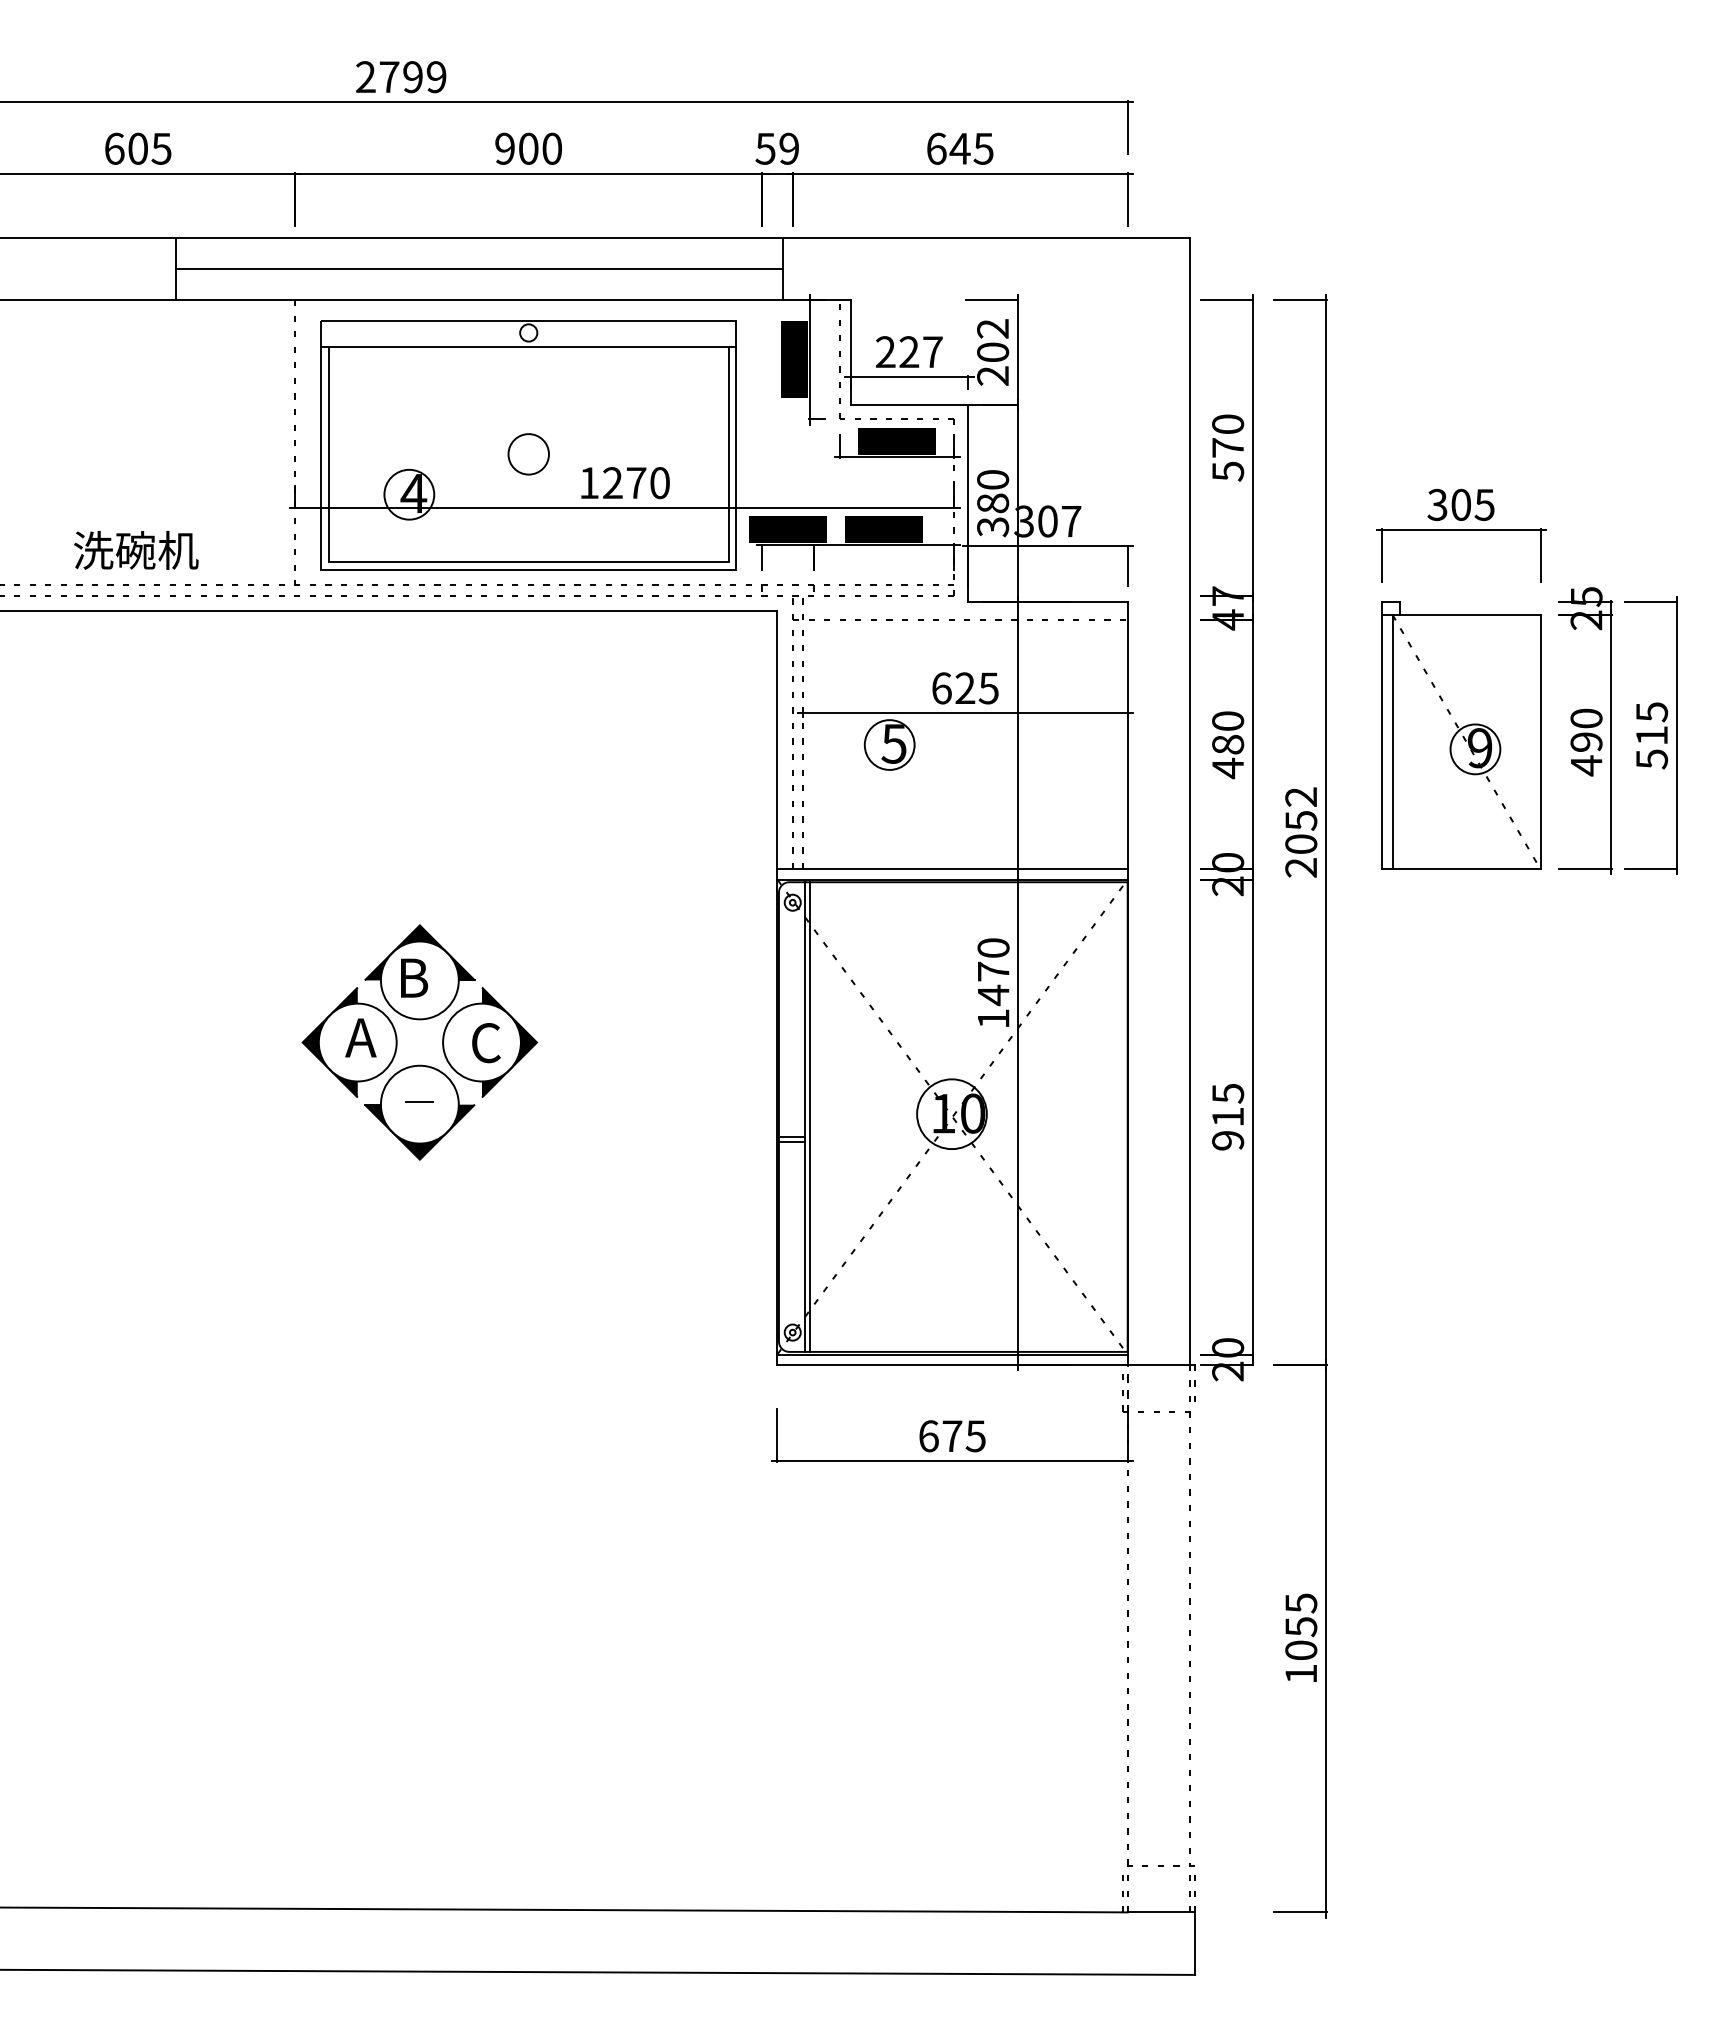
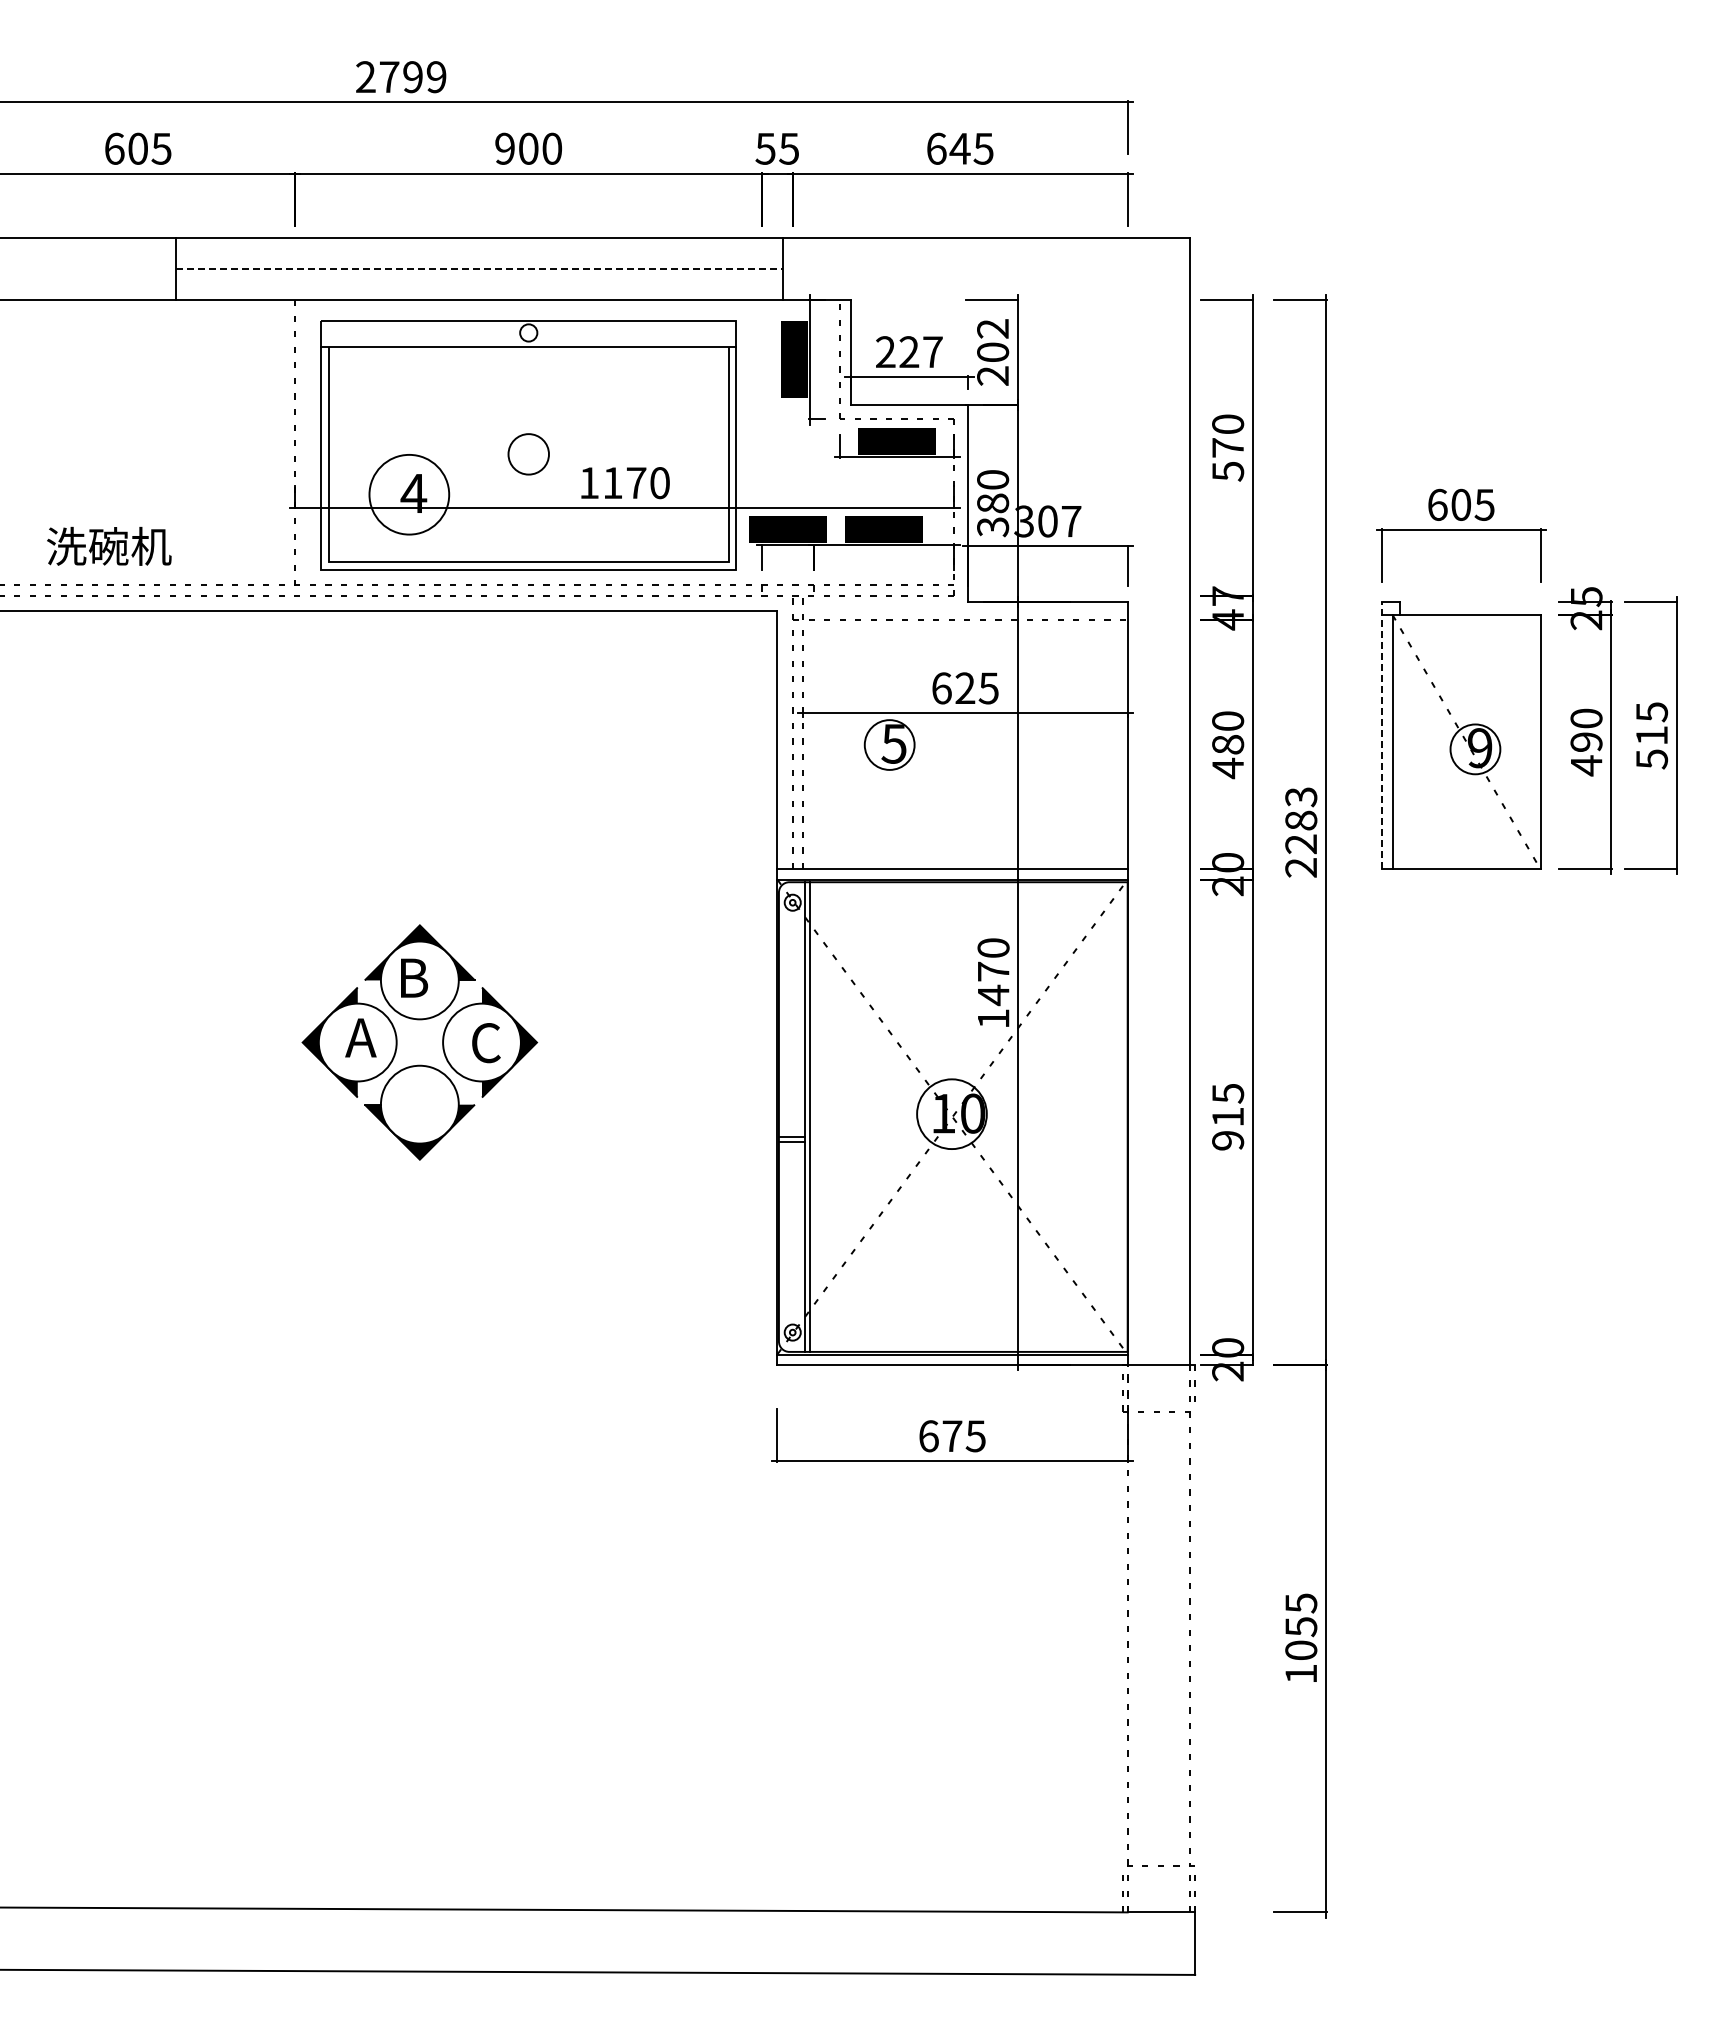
text at (788, 148): 59 -> 55
line at (479, 268): solid -> dashed
text at (612, 482): 1270 -> 1170
circle at (409, 494) diameter: 50 px -> 80 px
text at (1437, 504): 305 -> 605
text at (136, 549) position: (136, 549) -> (109, 545)
line at (1382, 735): solid -> dashed
text at (1301, 820): 2052 -> 2283
line at (419, 1101): present -> none
